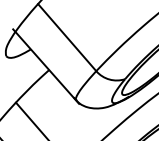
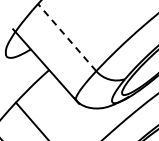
line at (66, 37): solid -> dashed
